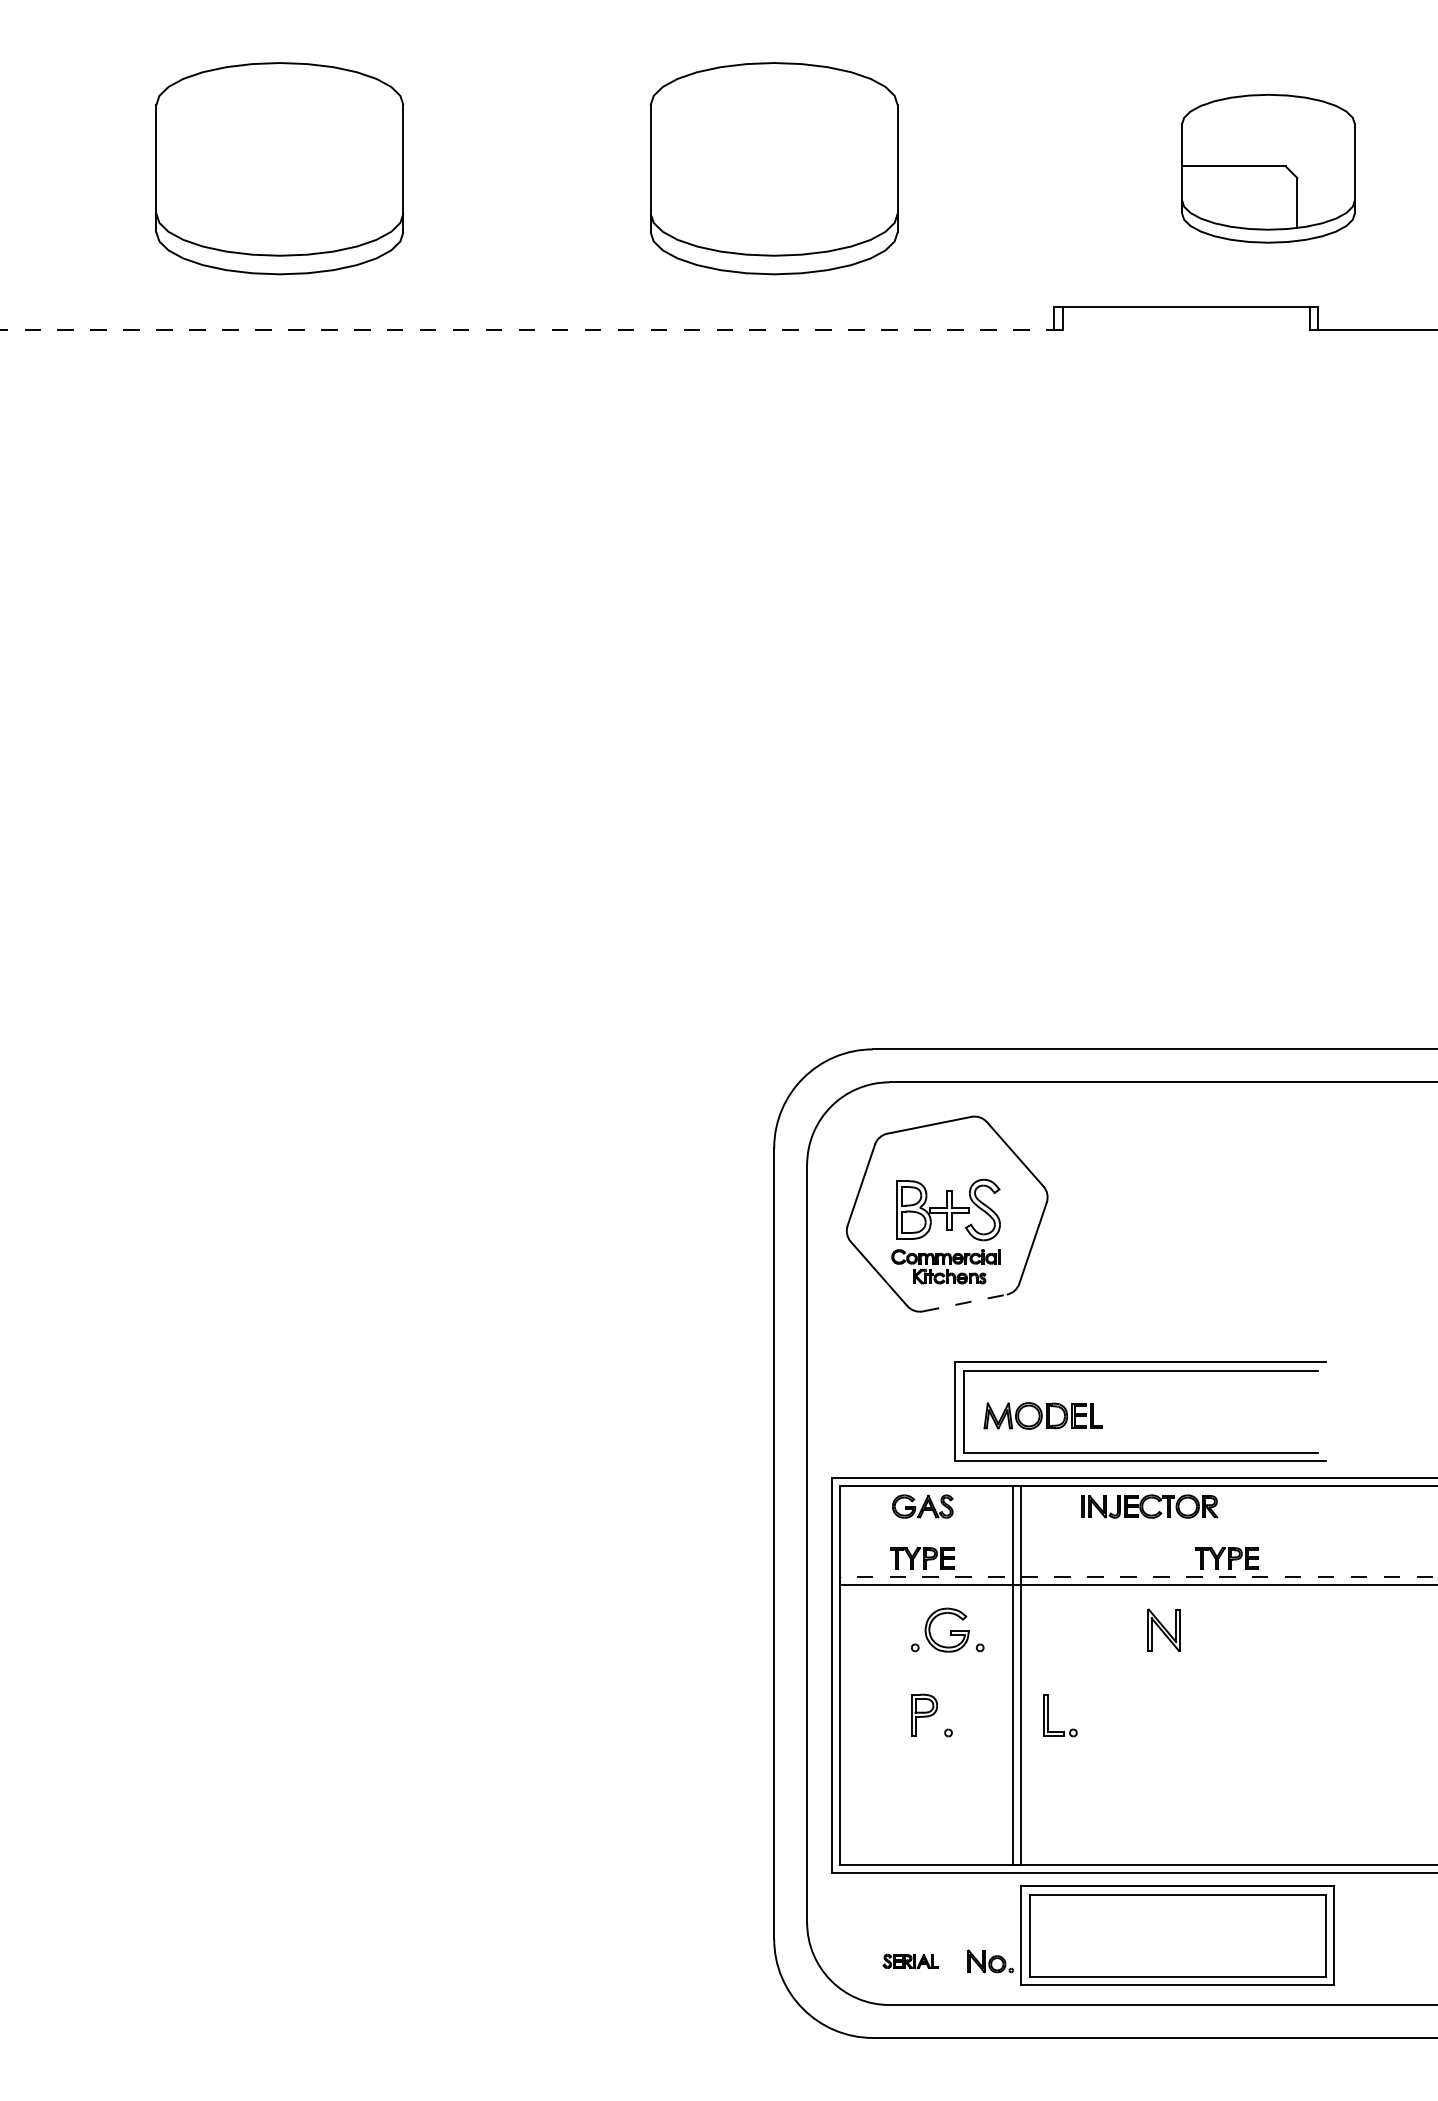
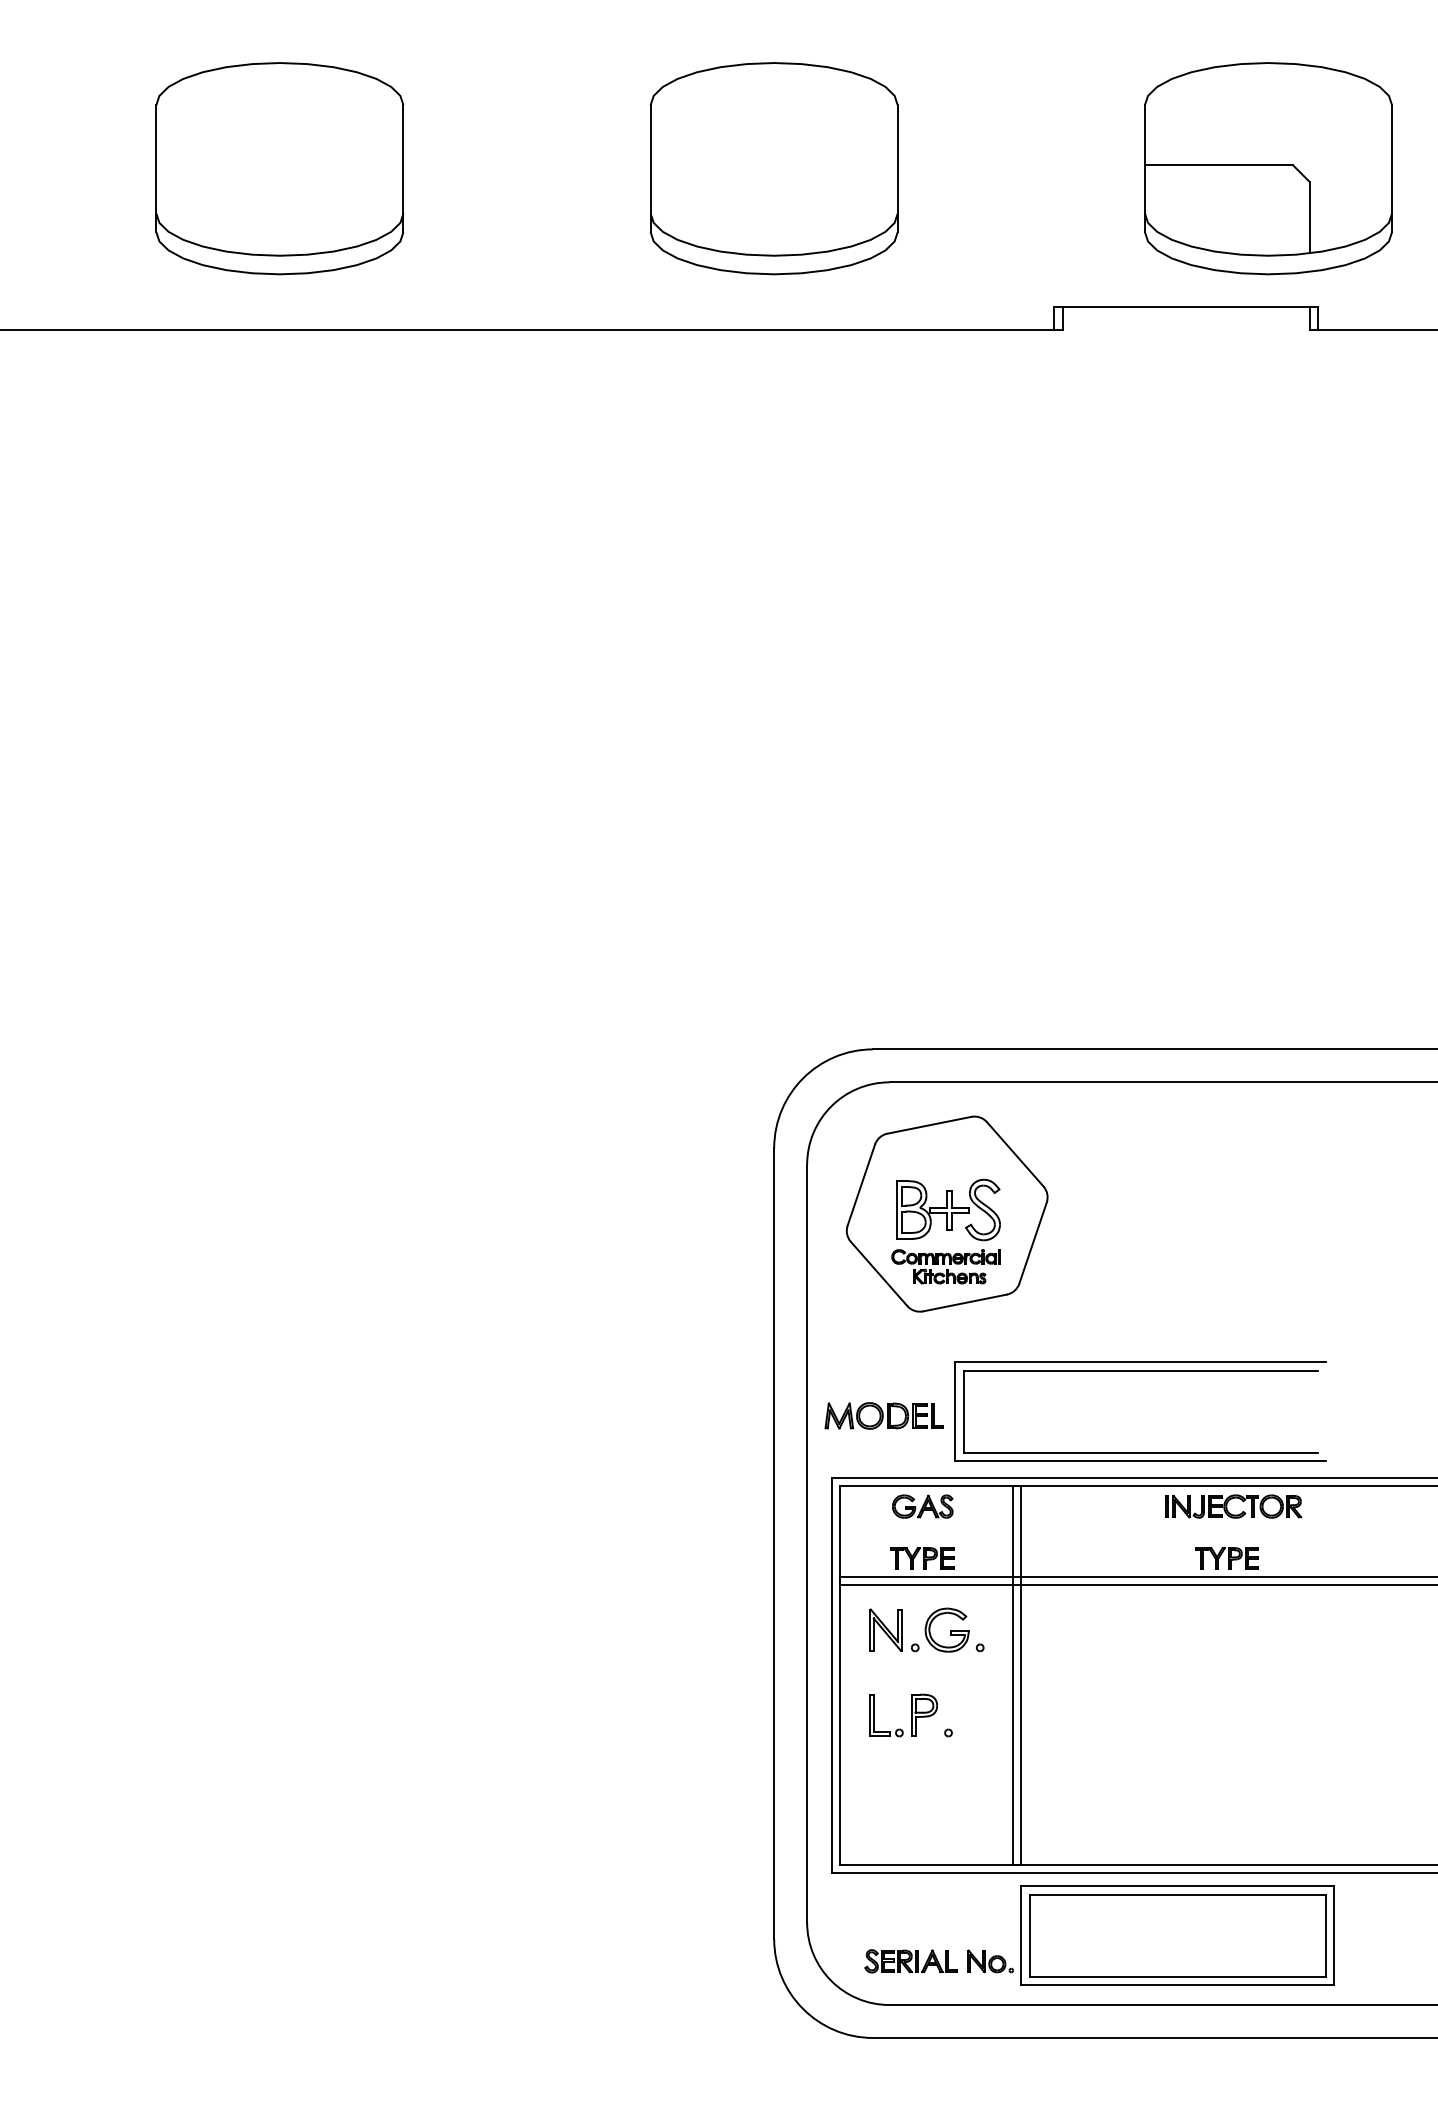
part at (1268, 168) size: 175x151 px -> 249x214 px
line at (531, 330): dashed -> solid
line at (964, 1303): dashed -> solid
part at (1042, 1415) position: (1042, 1415) -> (883, 1415)
part at (1149, 1506) position: (1149, 1506) -> (1233, 1506)
line at (1138, 1576): dashed -> solid
part at (1163, 1629) position: (1163, 1629) -> (885, 1629)
part at (1048, 1715) position: (1048, 1715) -> (874, 1715)
part at (910, 1960) size: 57x16 px -> 94x25 px
